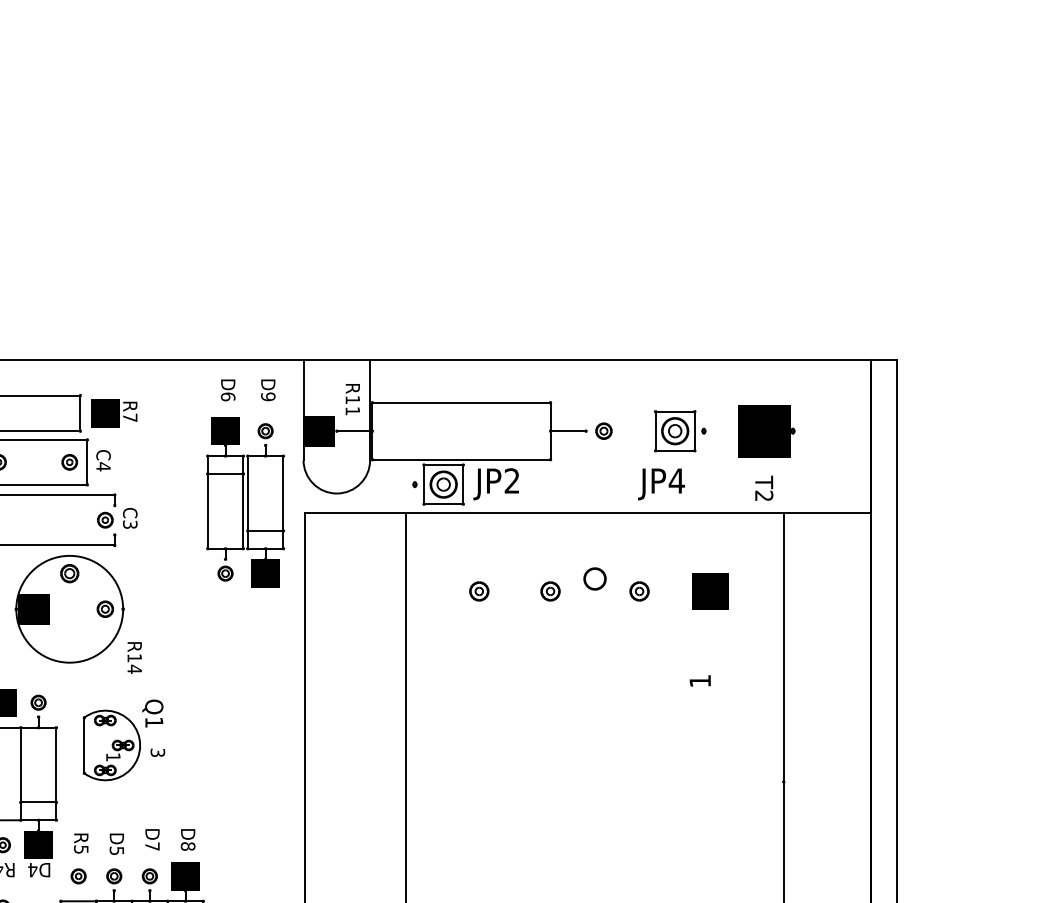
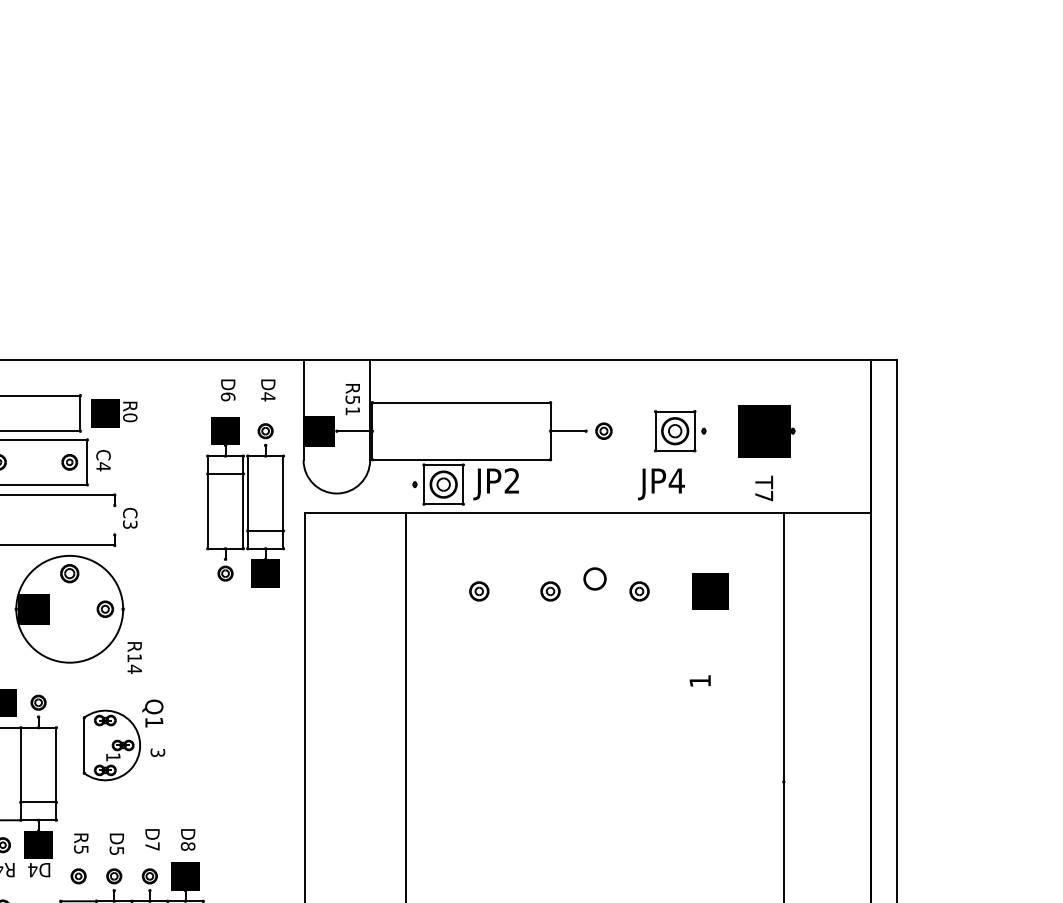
text at (268, 396): D9 -> D4
text at (352, 399): R11 -> R51
text at (130, 417): R7 -> R0
text at (764, 495): T2 -> T7
part at (105, 519): present -> none
